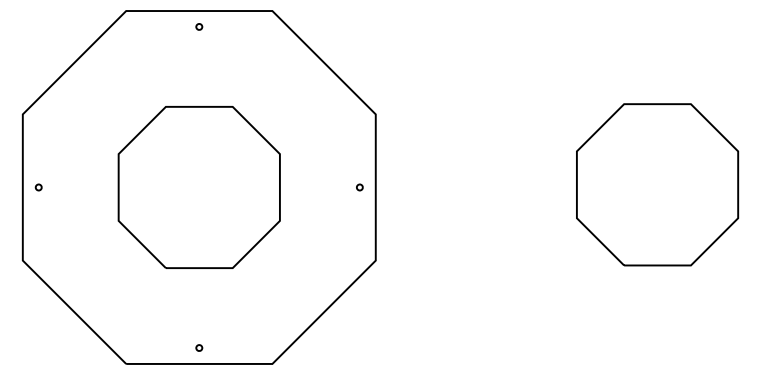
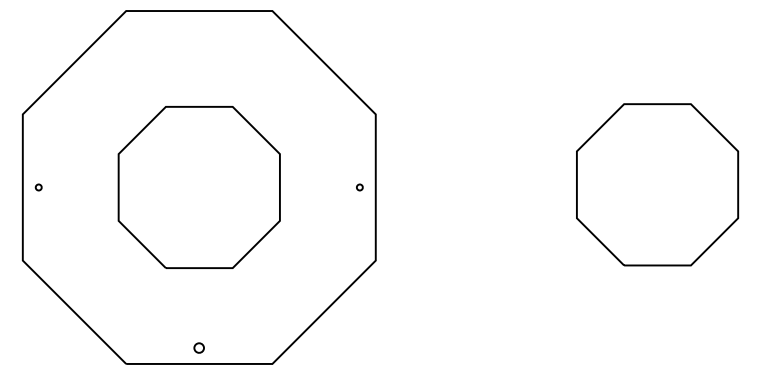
part at (199, 26): present -> none
part at (199, 347) size: 9x8 px -> 12x12 px
